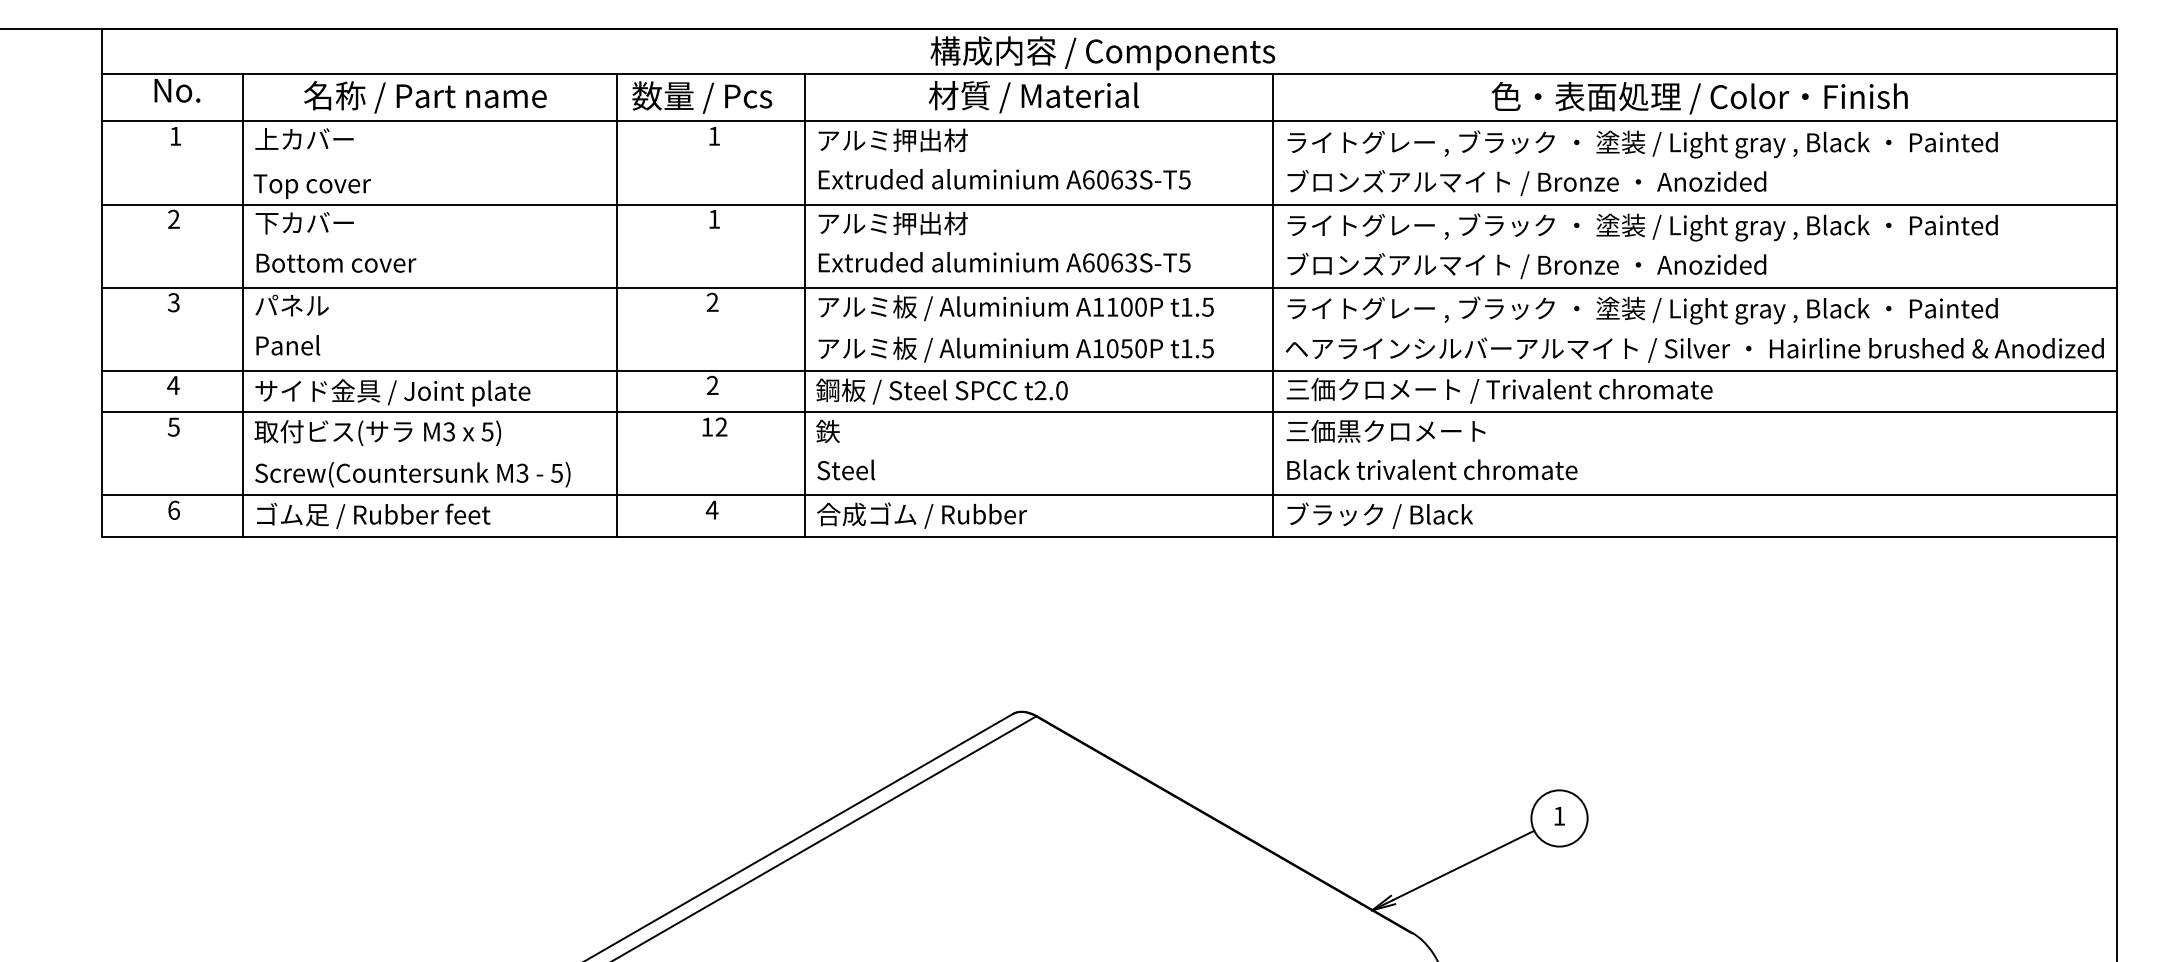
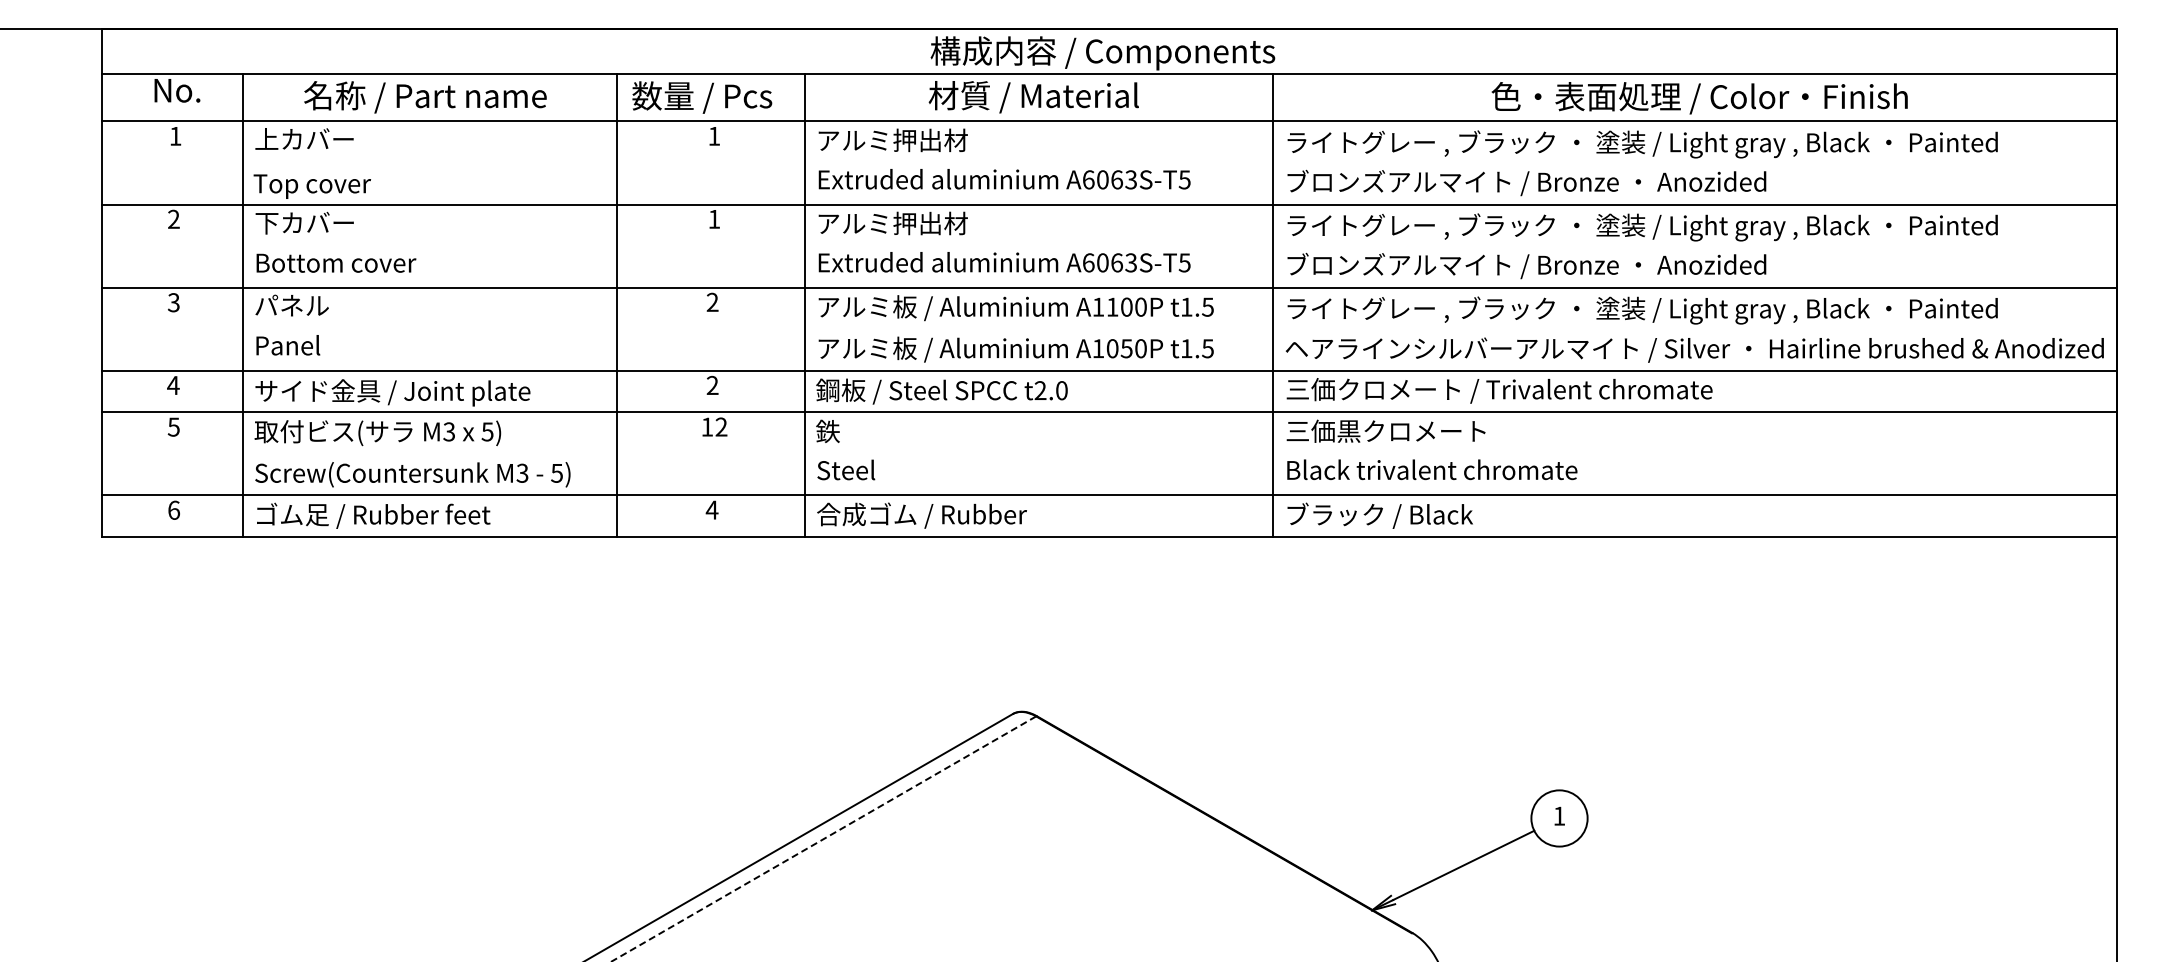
line at (823, 839): solid -> dashed
